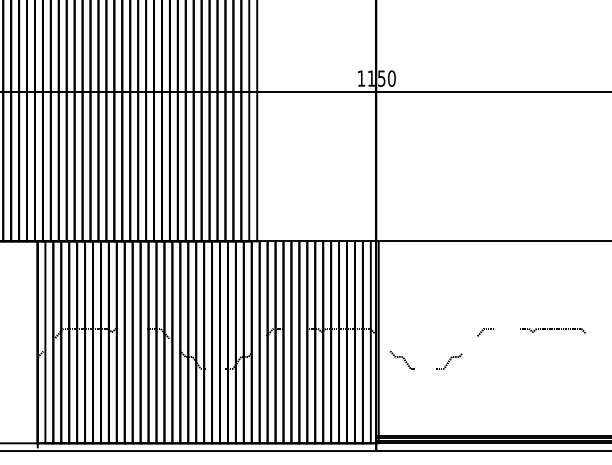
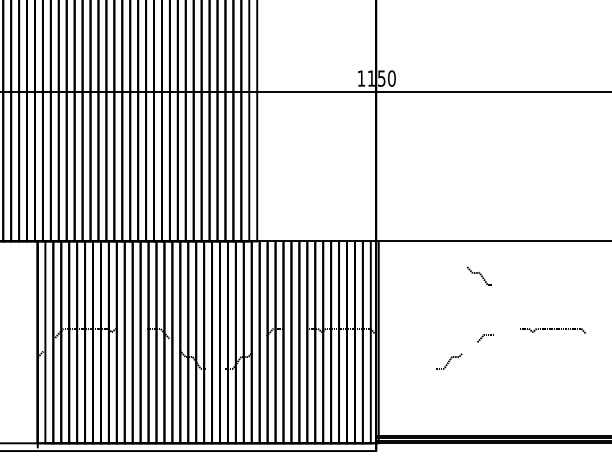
line at (483, 331) position: (483, 331) -> (483, 337)
line at (402, 358) position: (402, 358) -> (479, 274)
line at (492, 451): present -> none
